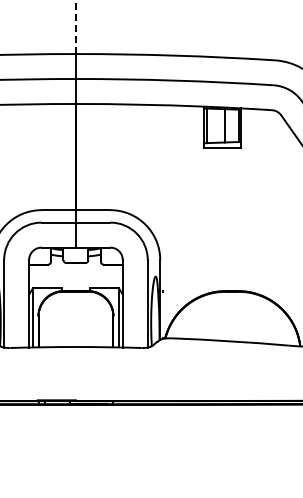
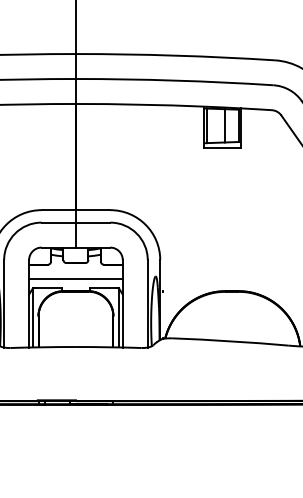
line at (75, 27): dashed -> solid
line at (75, 278): none -> present
